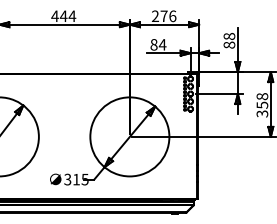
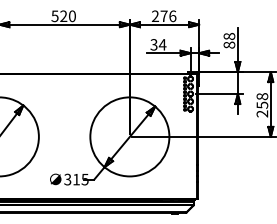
text at (63, 16): 444 -> 520
text at (153, 44): 84 -> 34
text at (262, 113): 358 -> 258
